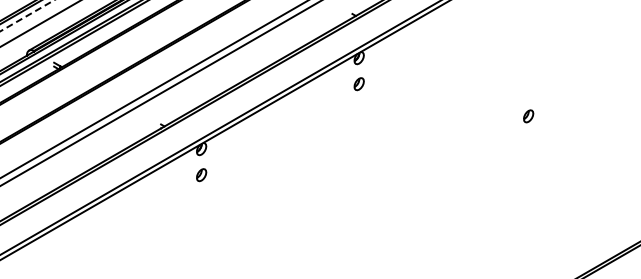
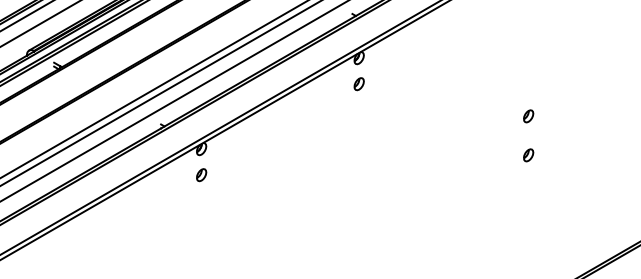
line at (27, 15): dashed -> solid
line at (173, 101): none -> present
part at (528, 155): none -> present
